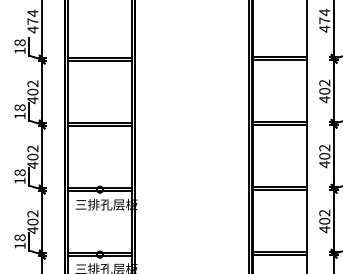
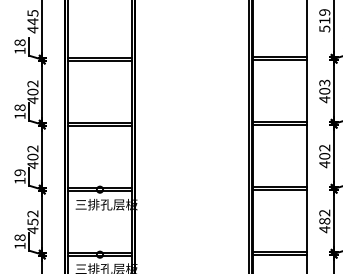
text at (32, 17): 474 -> 445
text at (324, 20): 474 -> 519
text at (324, 82): 402 -> 403
text at (19, 172): 18 -> 19
text at (324, 220): 402 -> 482
text at (32, 221): 402 -> 452
